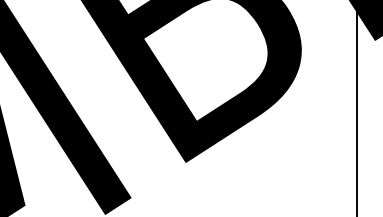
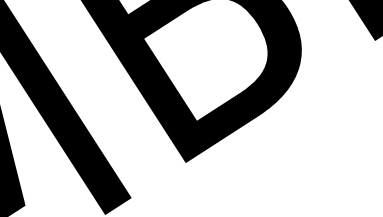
line at (356, 107): present -> none
